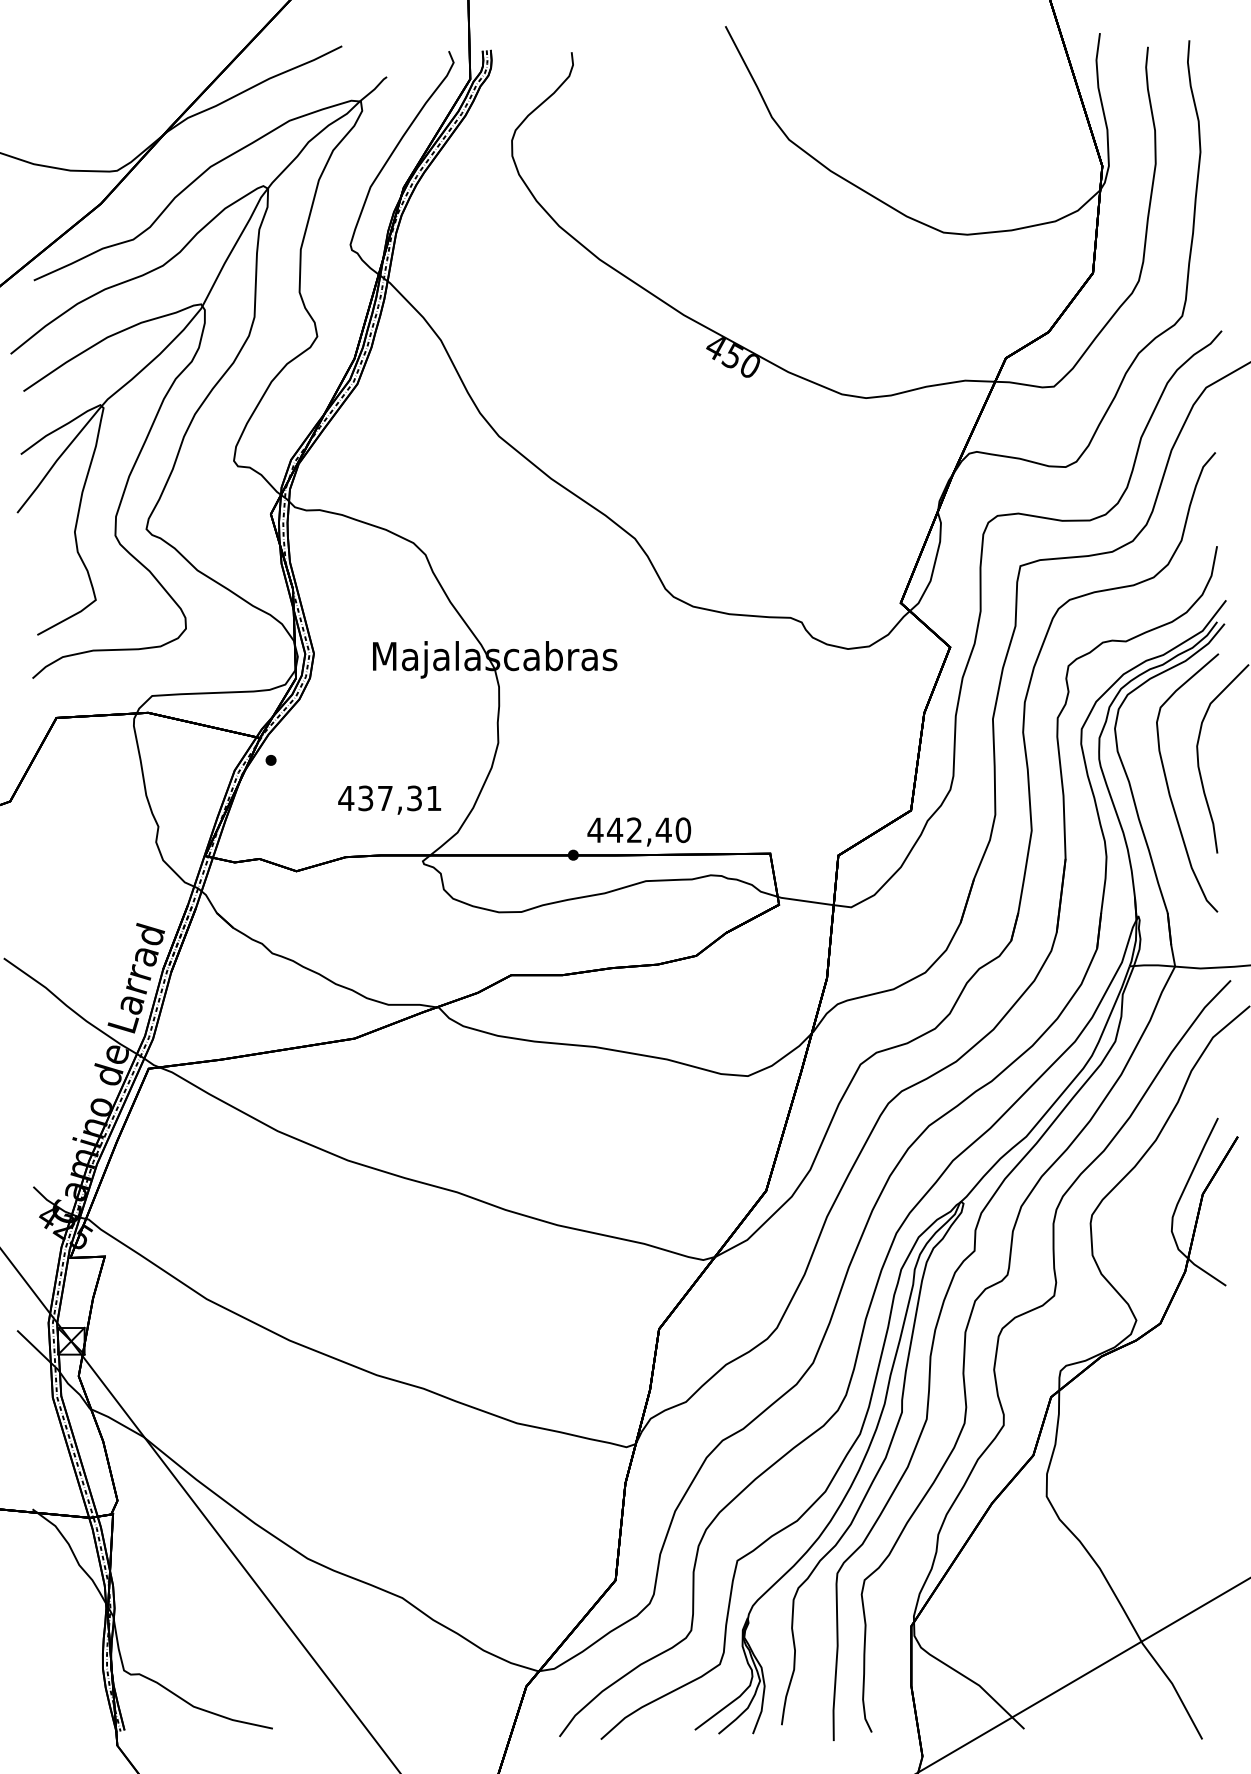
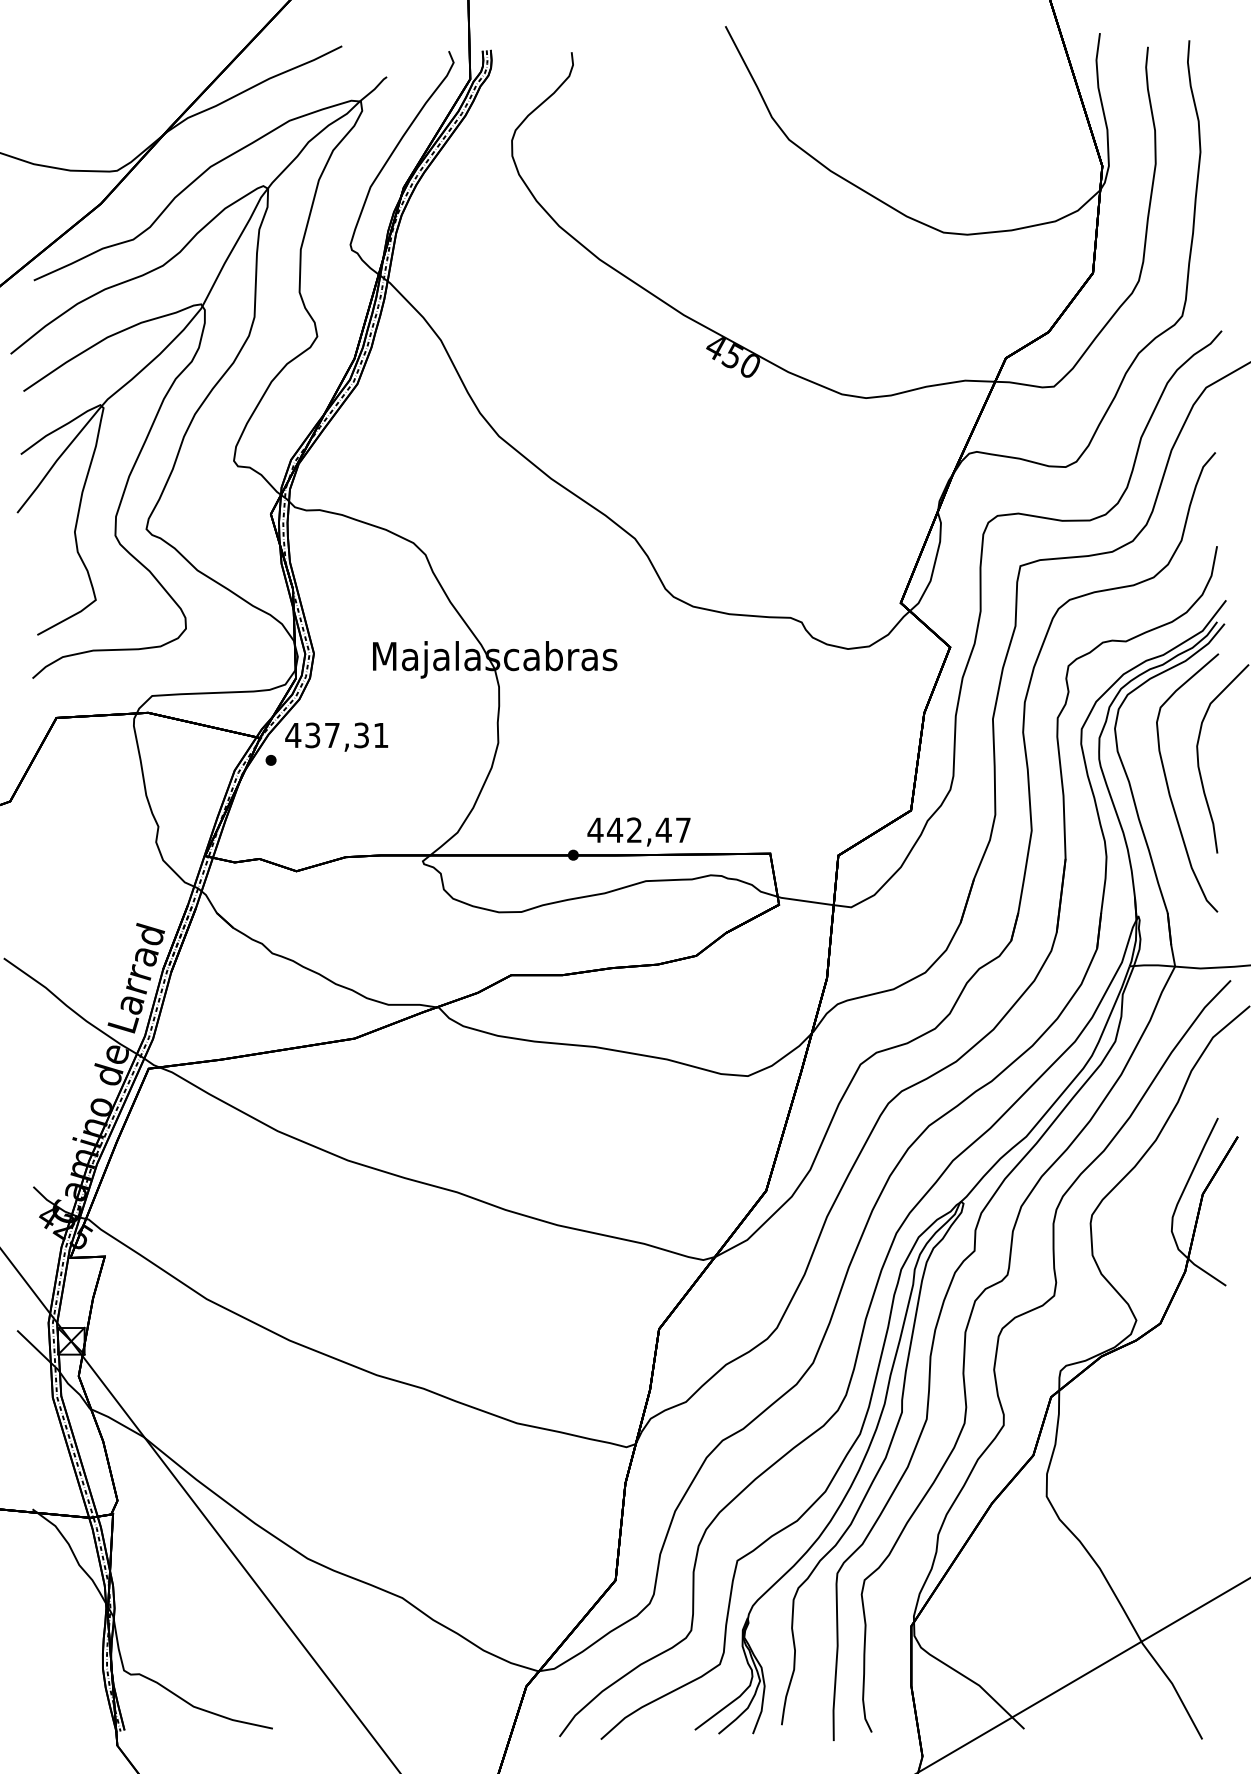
text at (389, 799) position: (389, 799) -> (336, 736)
text at (683, 830): 442,40 -> 442,47
